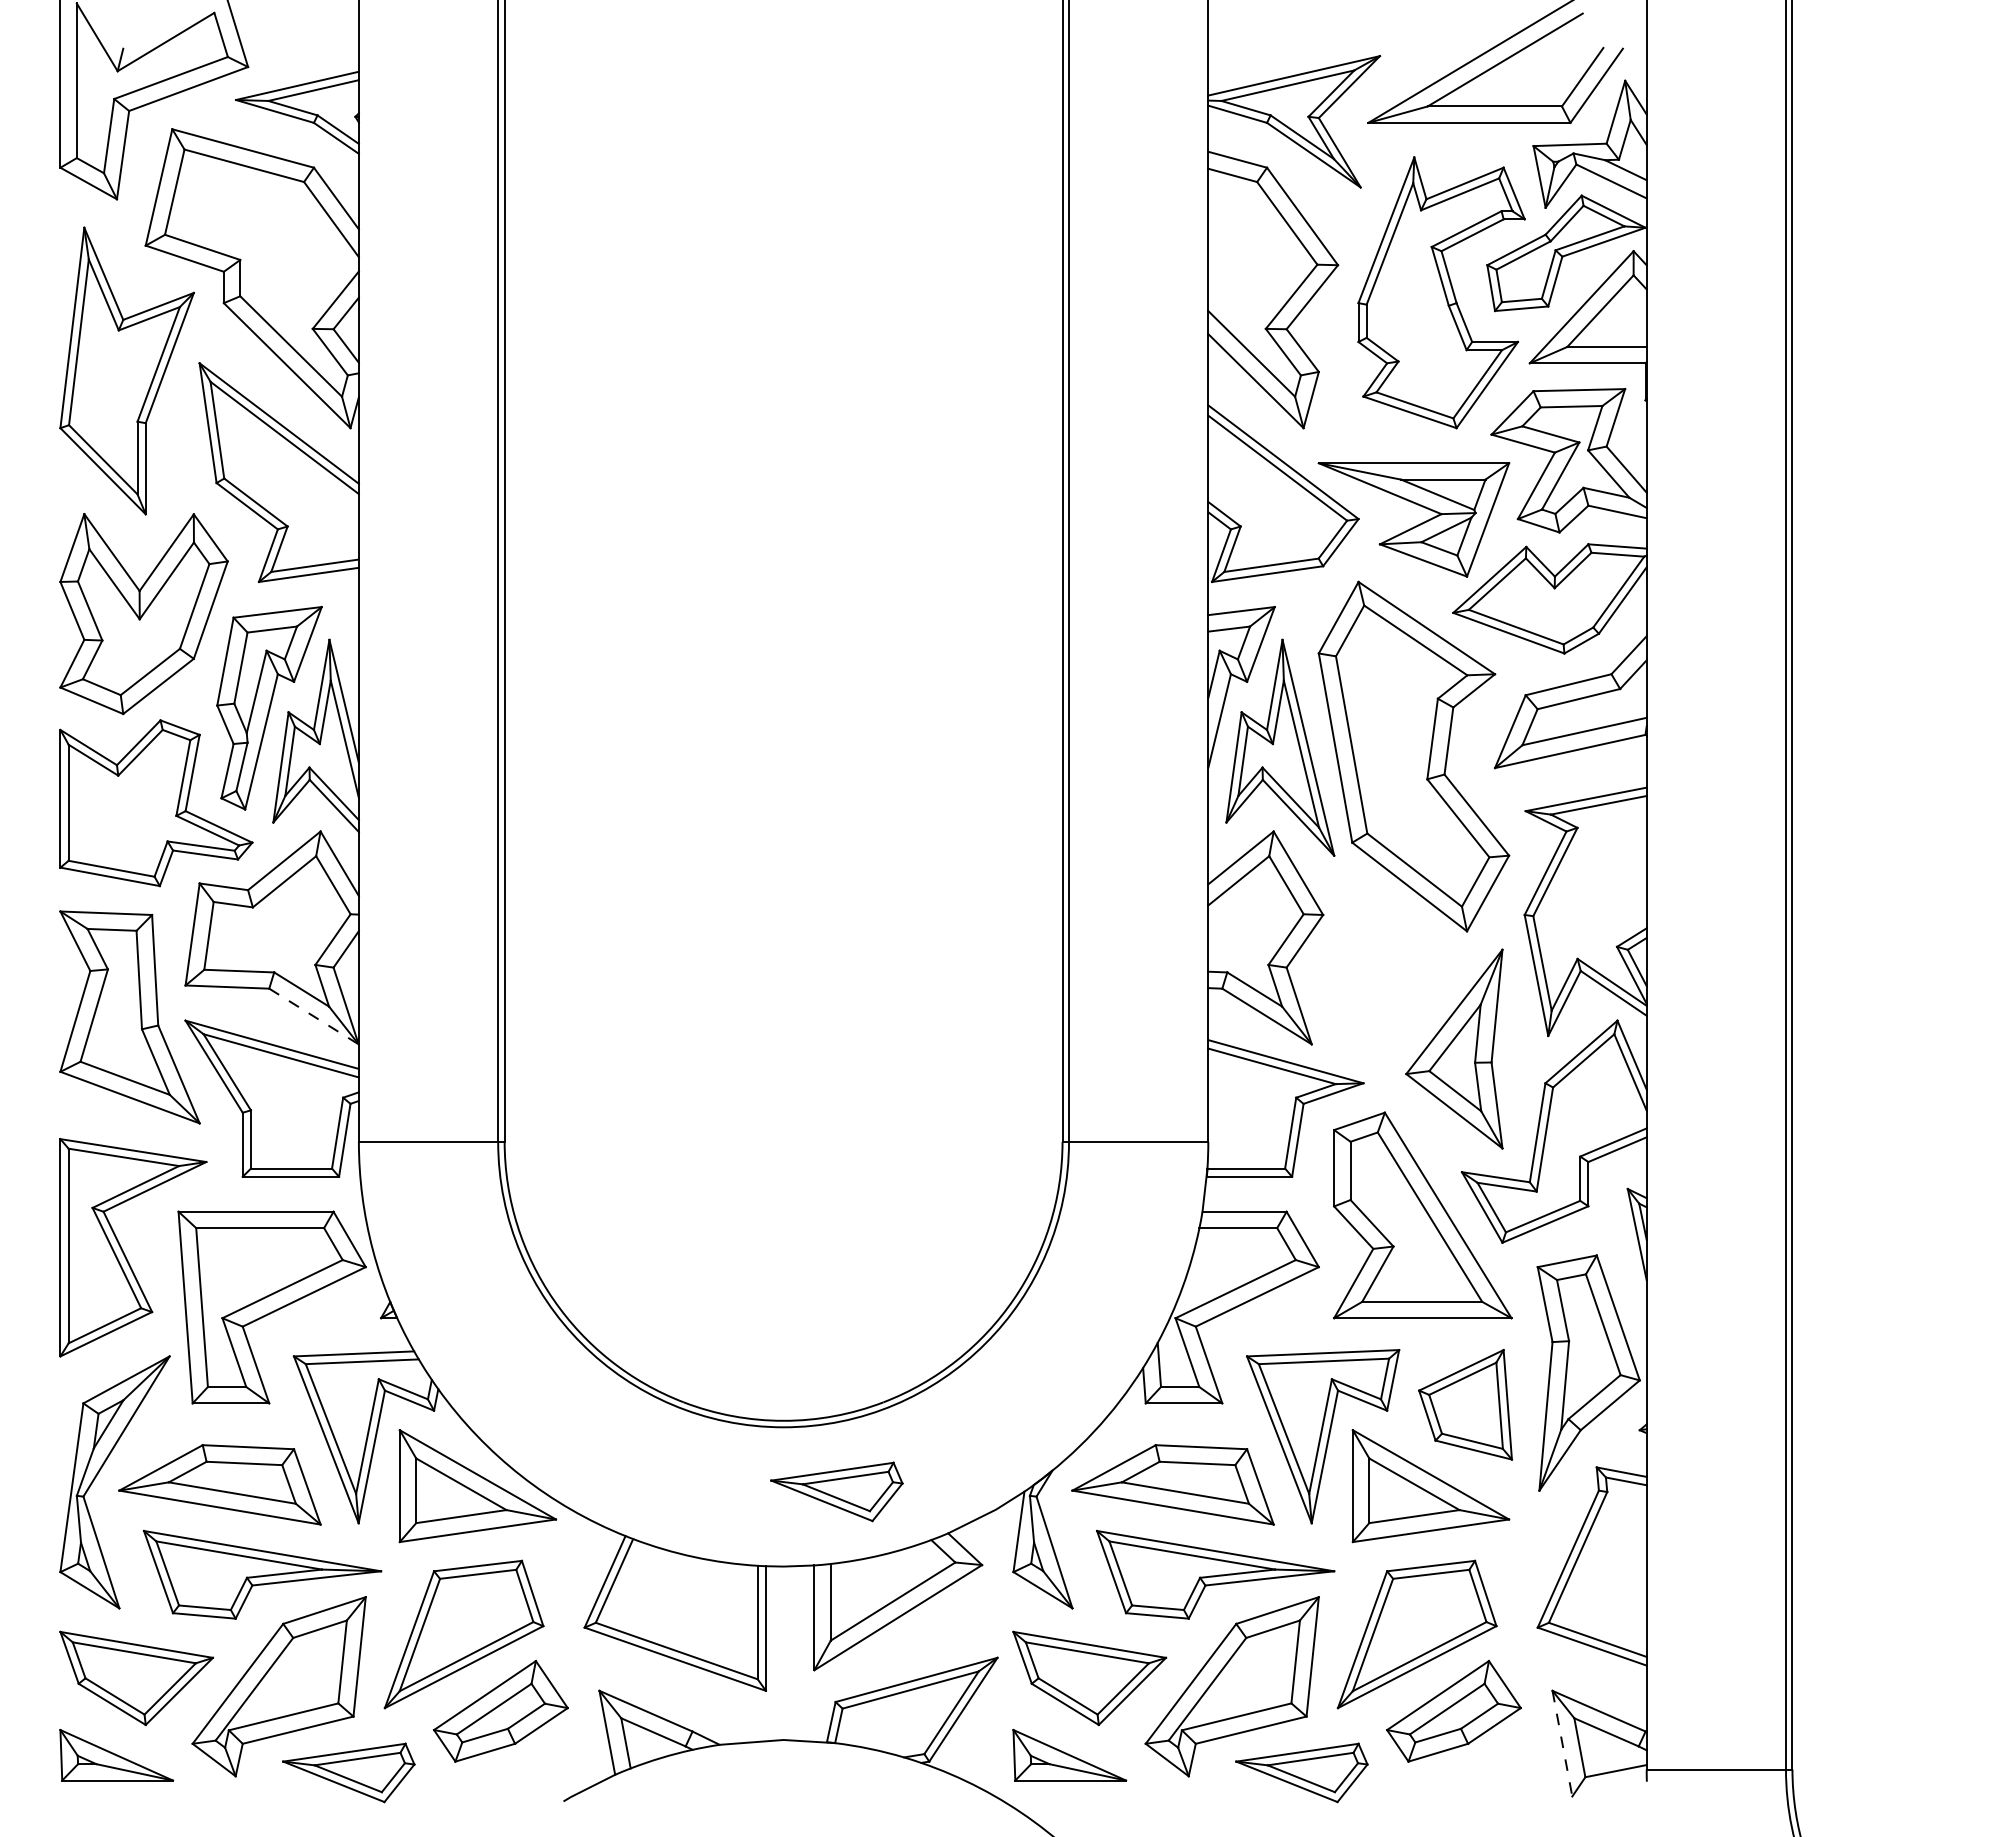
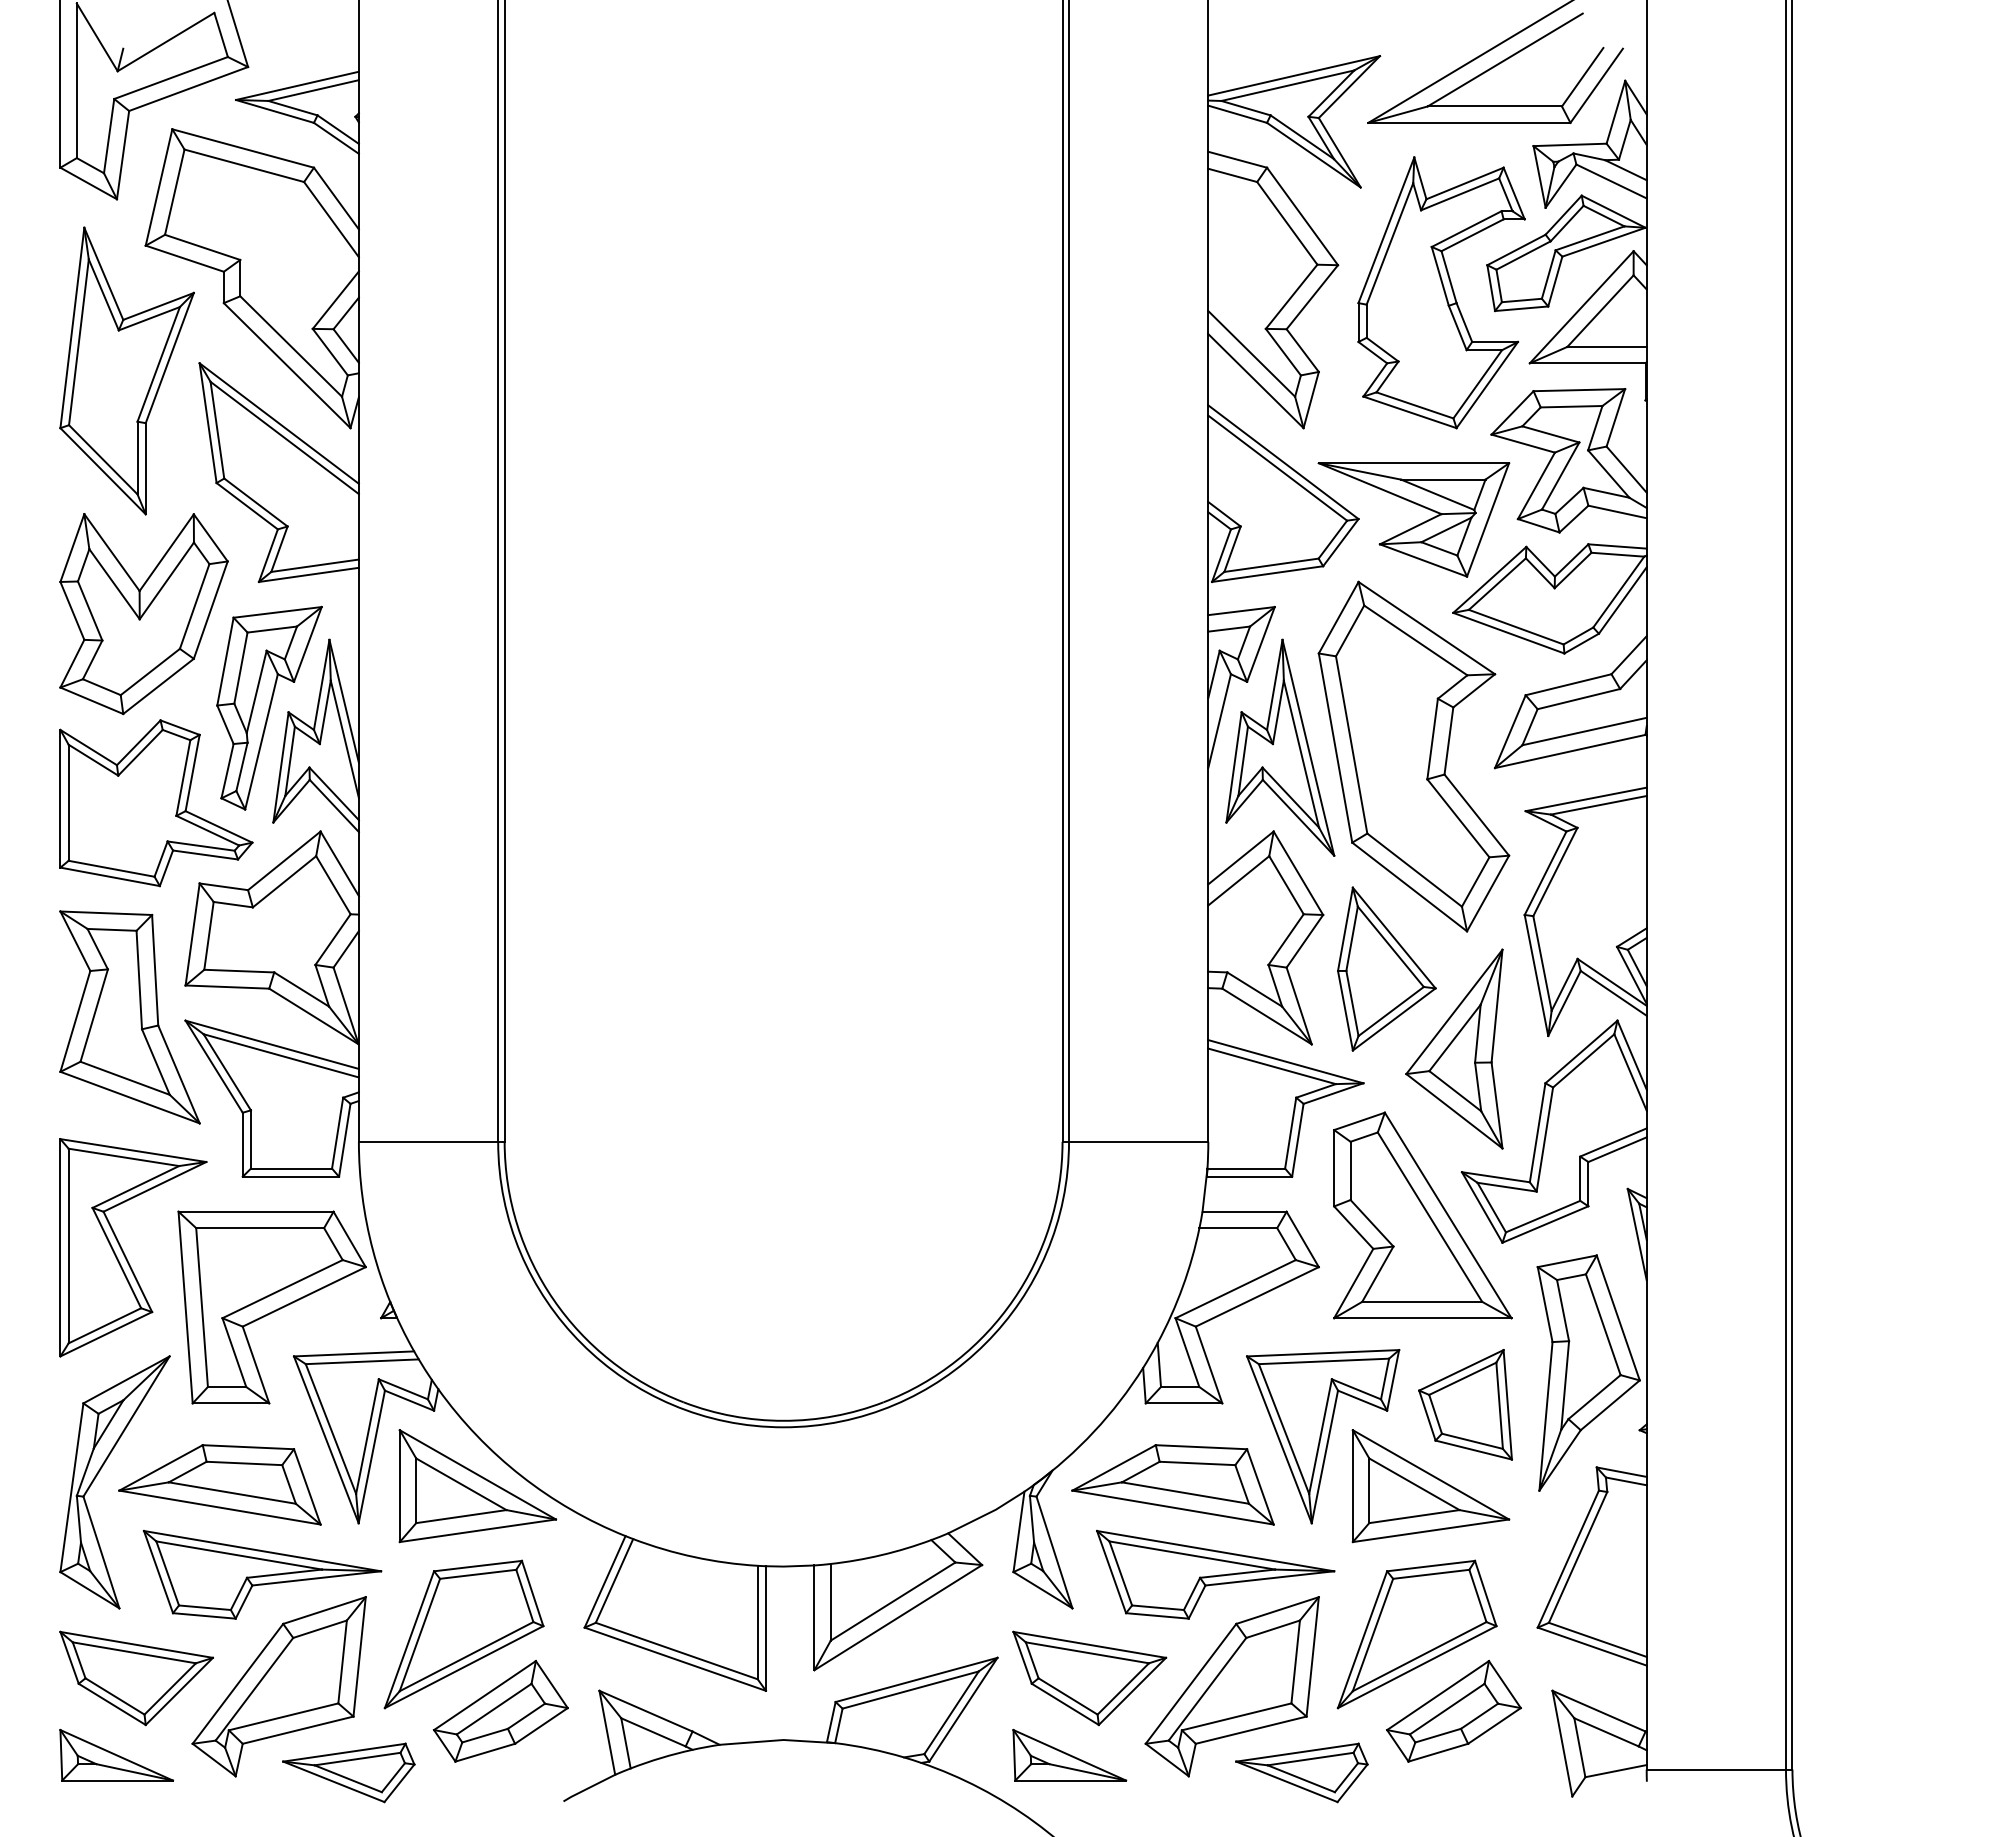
part at (1386, 968): none -> present
line at (313, 1016): dashed -> solid
part at (836, 1491): present -> none
line at (1562, 1743): dashed -> solid
